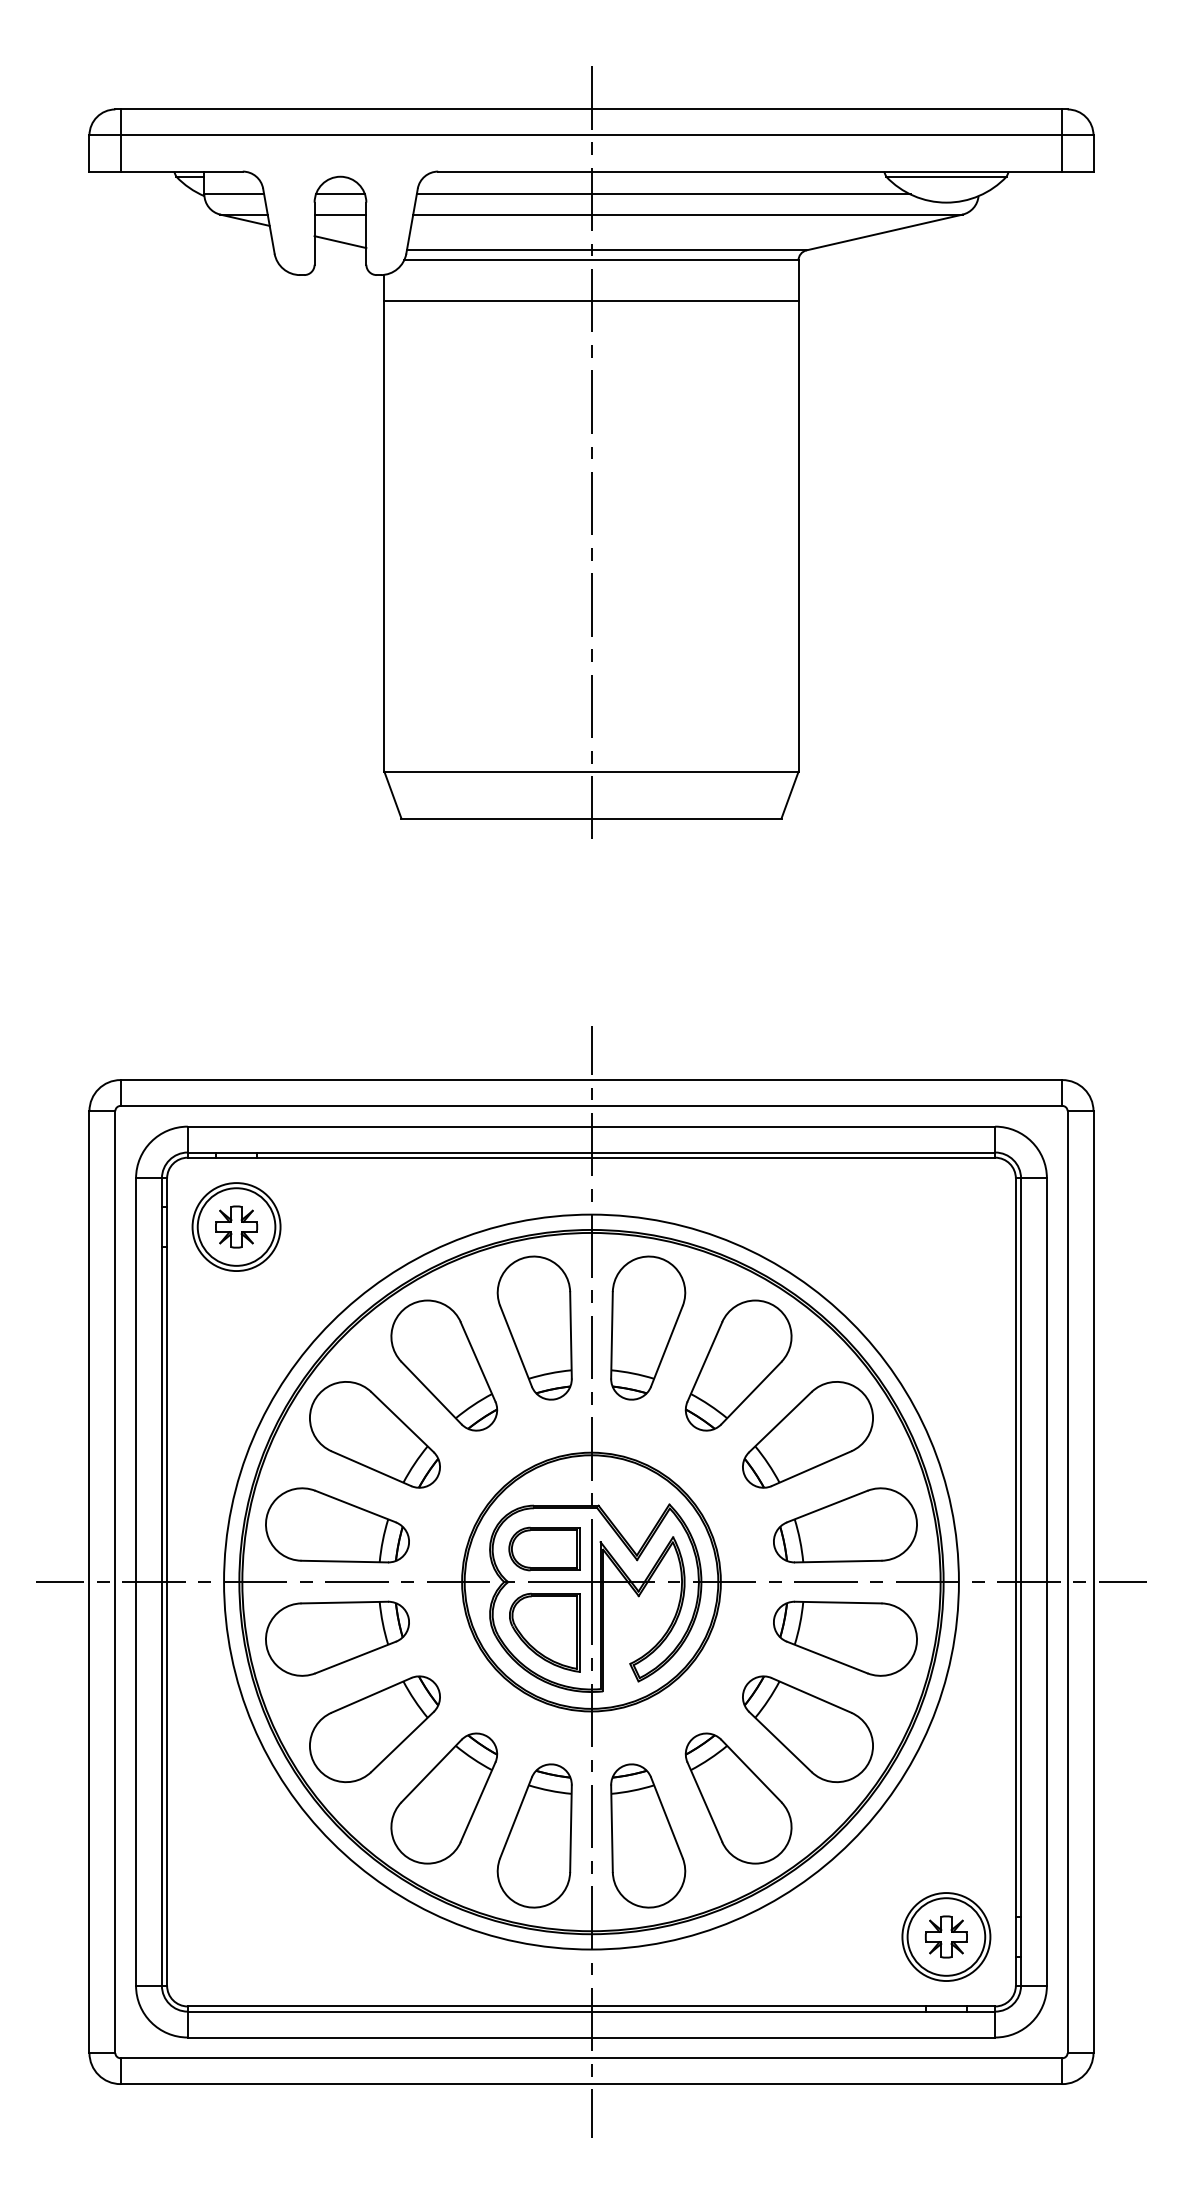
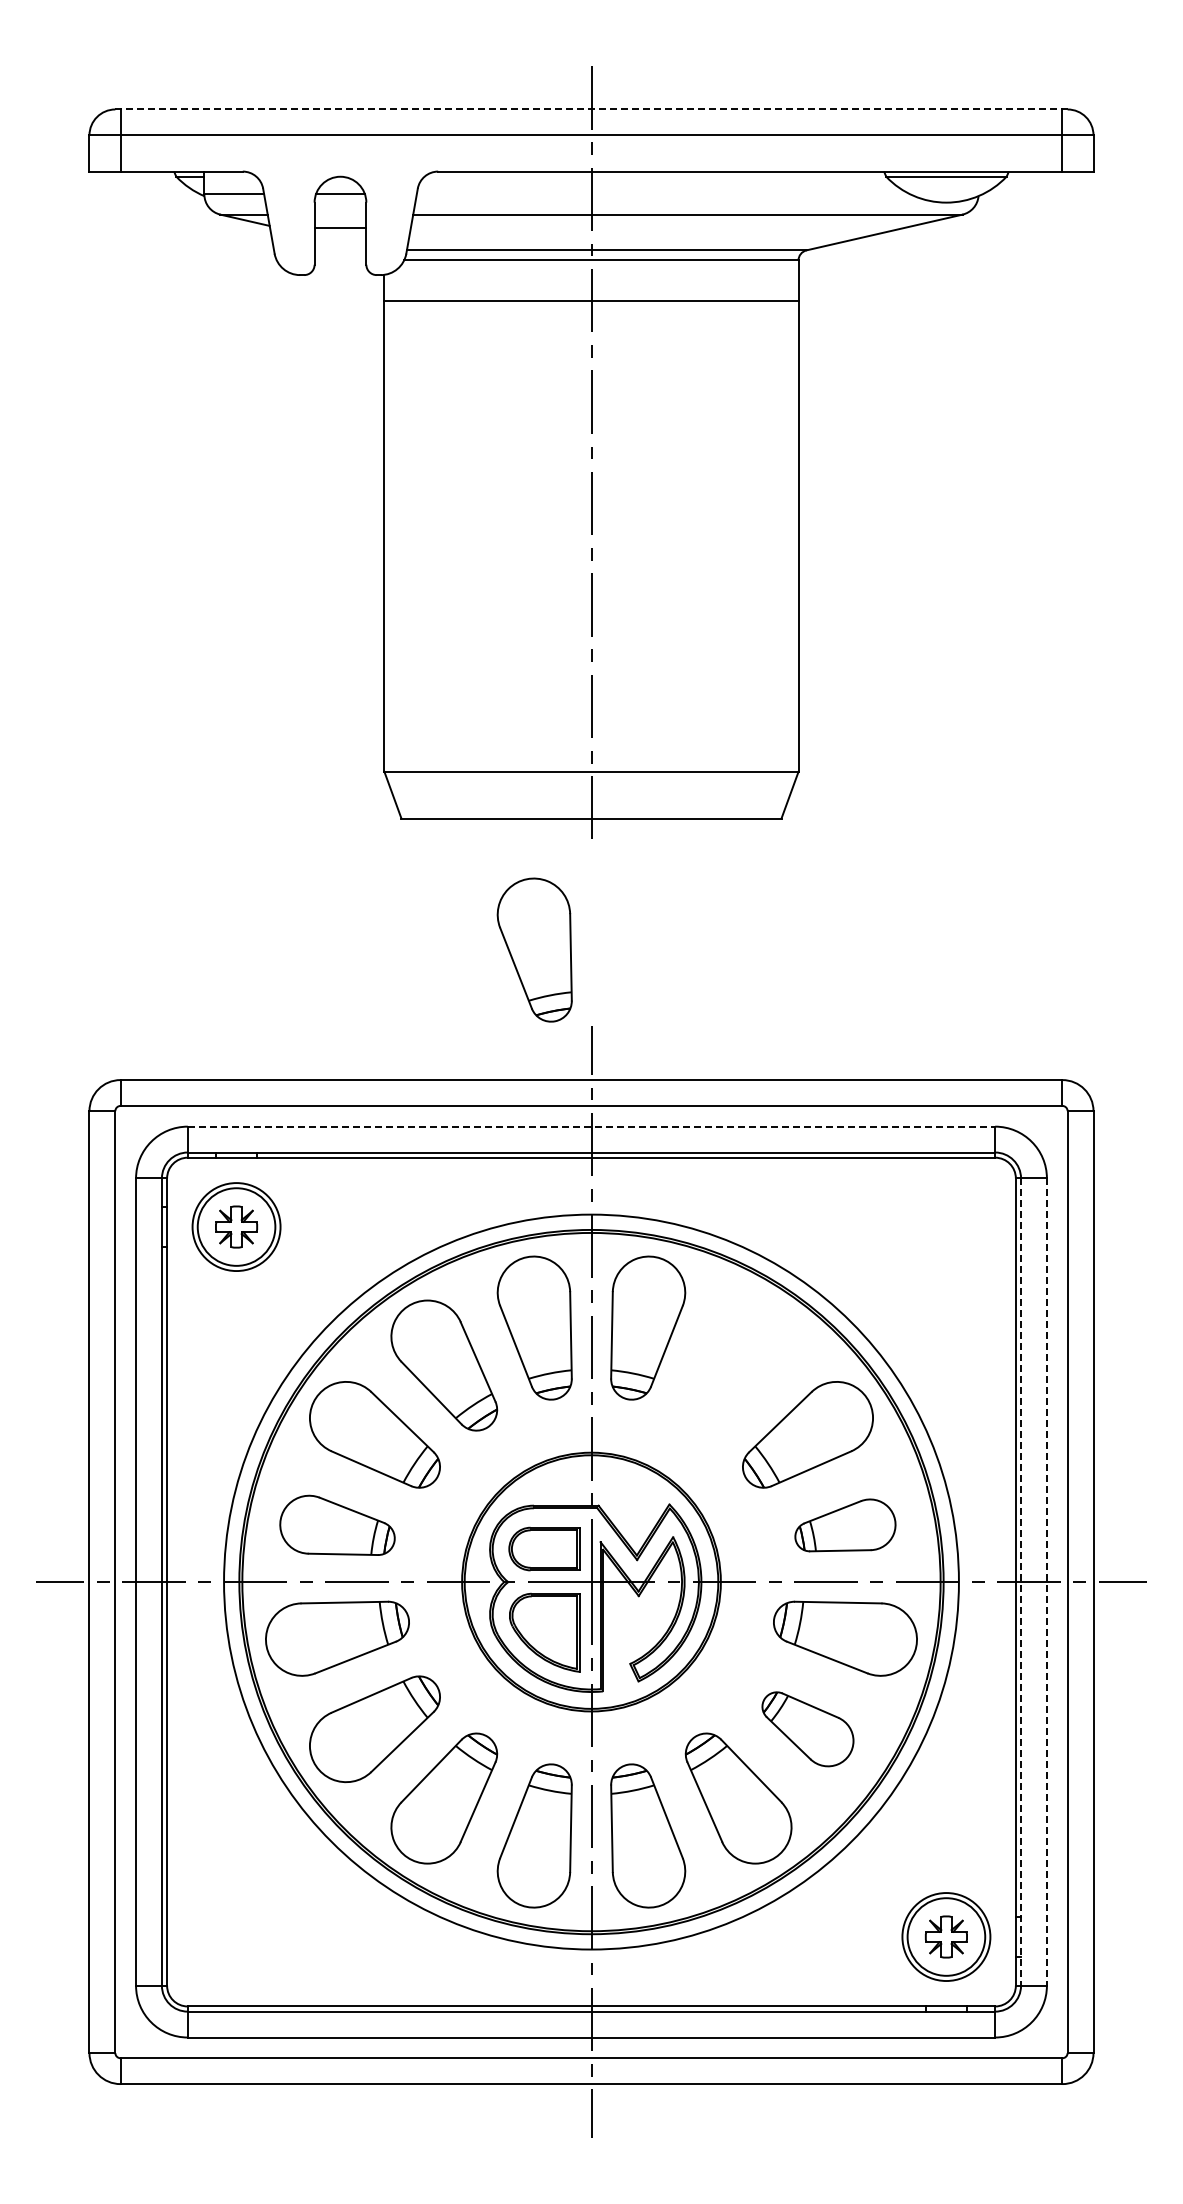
line at (591, 109): solid -> dashed
line at (663, 194): present -> none
line at (340, 214) position: (340, 214) -> (340, 227)
line at (340, 242): present -> none
part at (534, 949): none -> present
line at (591, 1126): solid -> dashed
part at (738, 1365): present -> none
part at (337, 1525) size: 145x77 px -> 117x62 px
part at (845, 1525) size: 145x77 px -> 103x55 px
line at (1021, 1582): solid -> dashed
line at (1046, 1582): solid -> dashed
part at (807, 1729) size: 132x109 px -> 94x77 px
